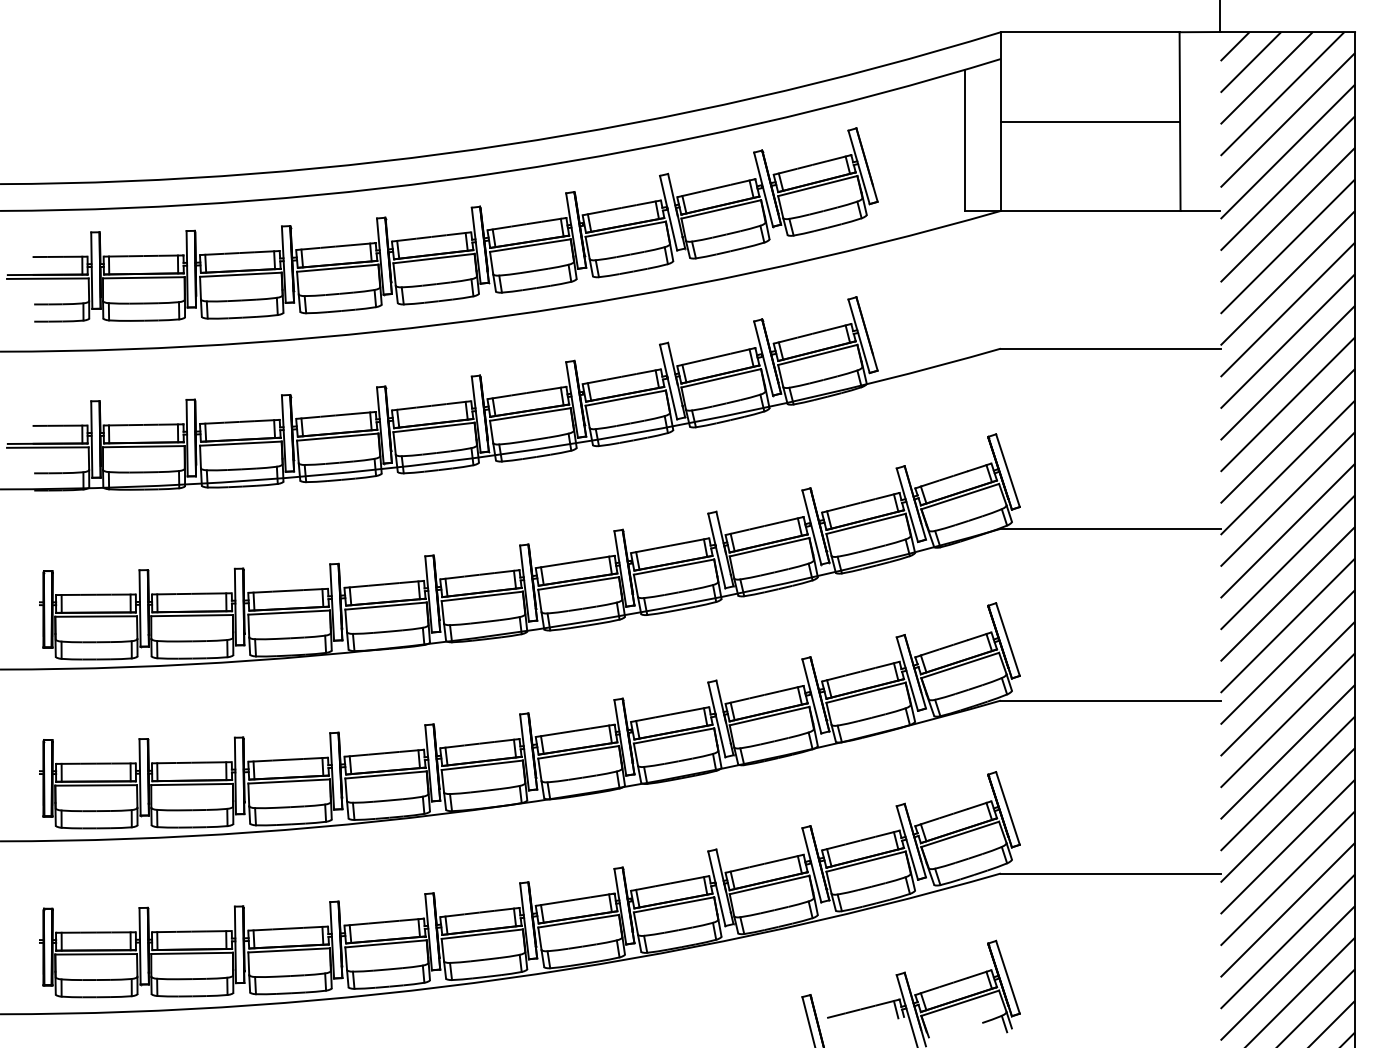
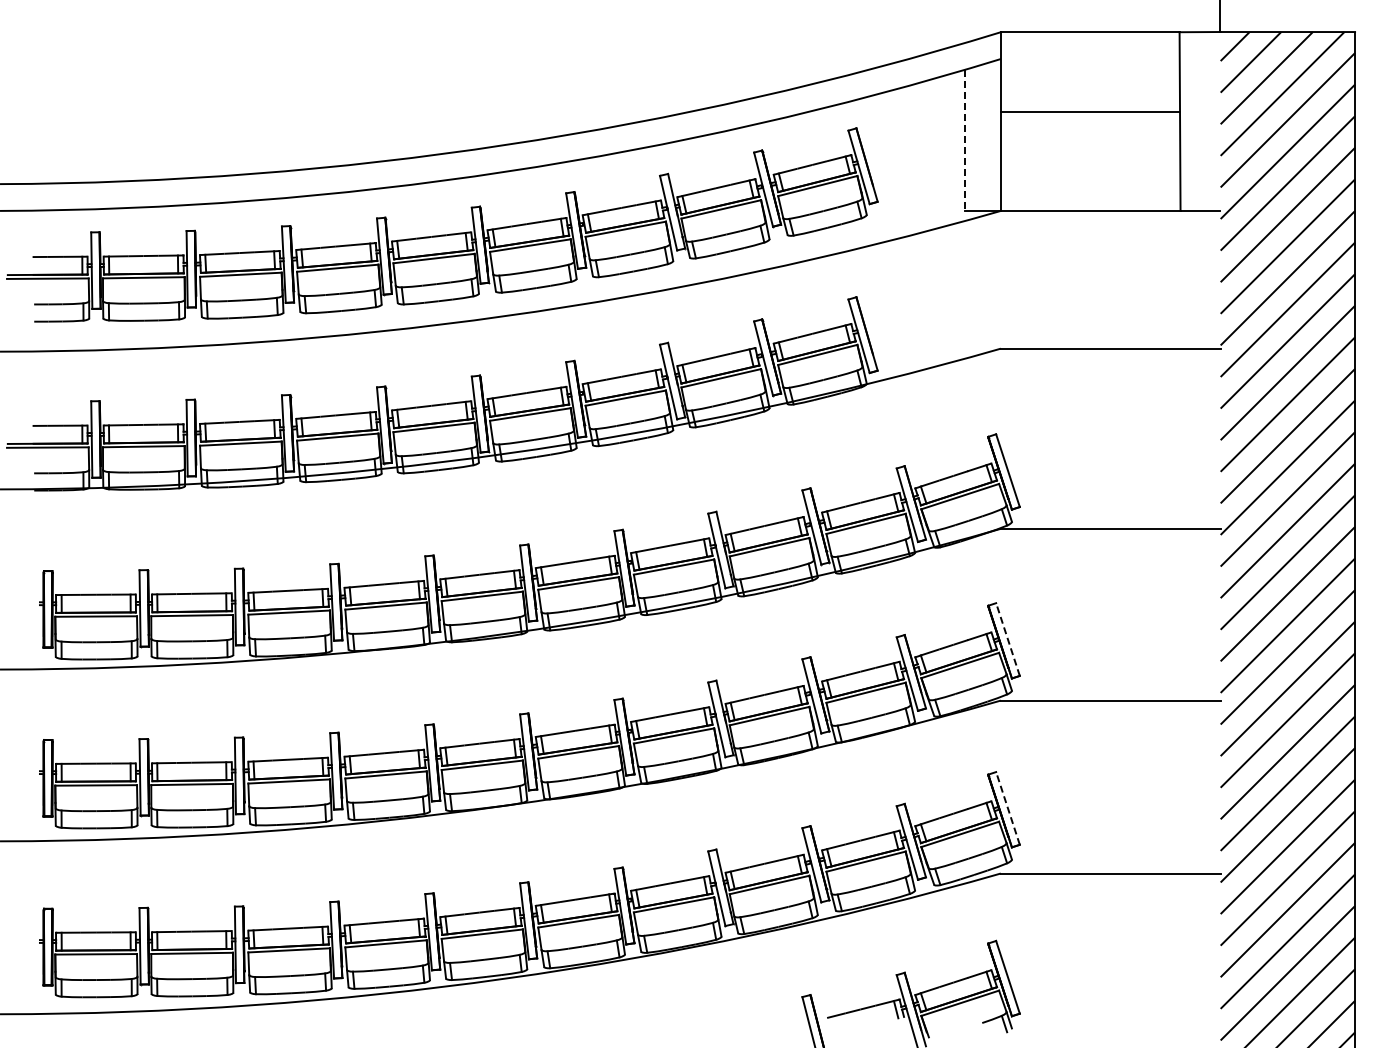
line at (1090, 121) position: (1090, 121) -> (1090, 111)
line at (965, 140): solid -> dashed
line at (1007, 639): solid -> dashed
line at (1007, 807): solid -> dashed
